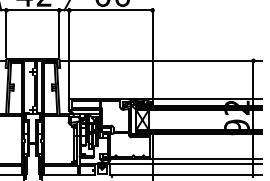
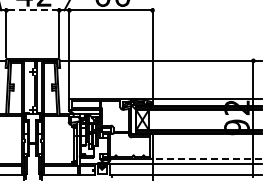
line at (32, 10): solid -> dashed
line at (206, 159): solid -> dashed
